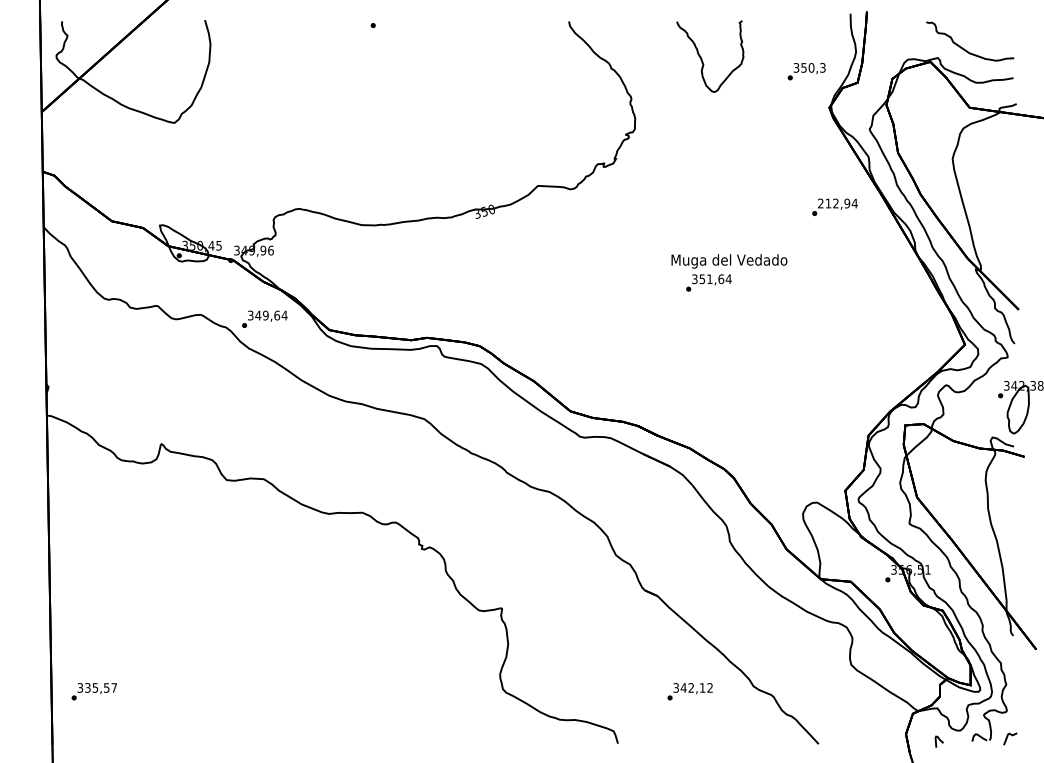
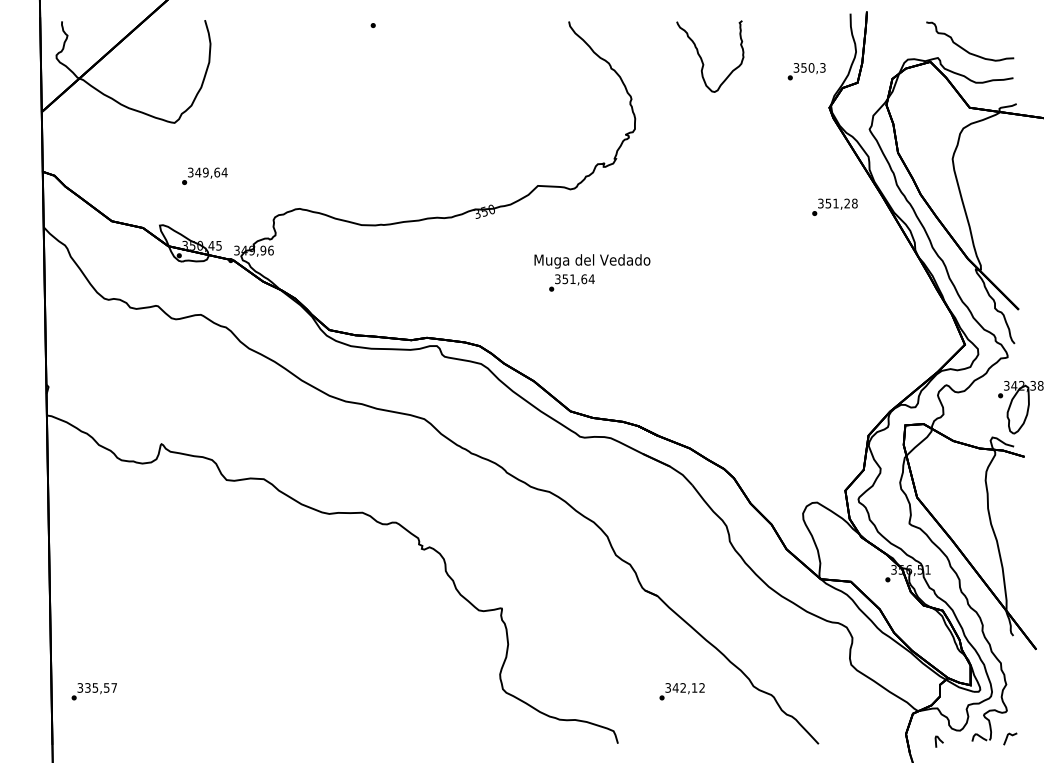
text at (837, 203): 212,94 -> 351,28
text at (729, 272) position: (729, 272) -> (592, 272)
text at (264, 318) position: (264, 318) -> (204, 175)
text at (689, 691) position: (689, 691) -> (681, 691)
